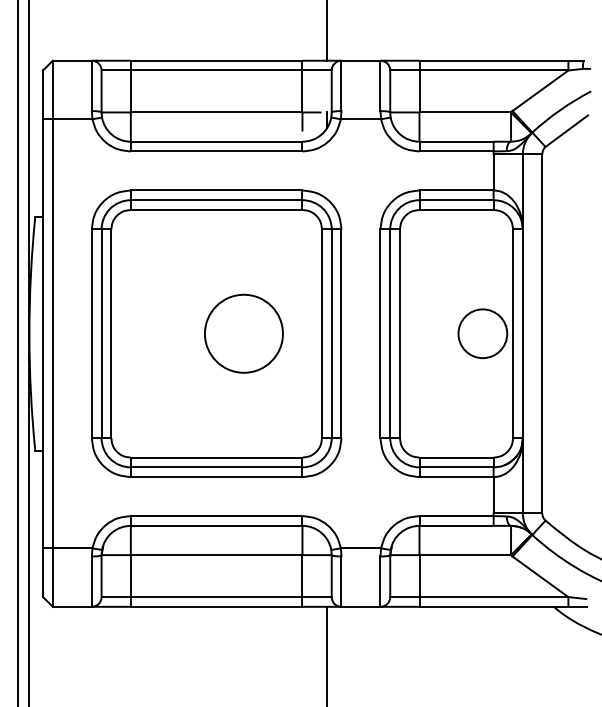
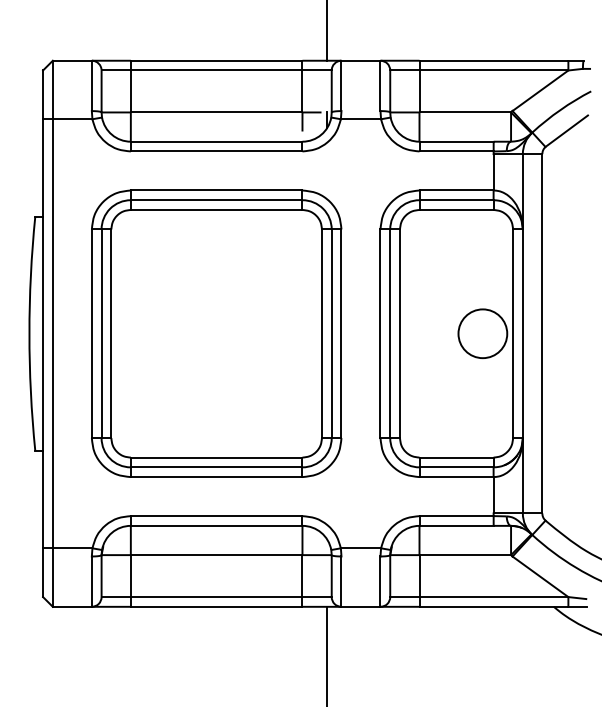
circle at (243, 333): present -> none
line at (18, 352): present -> none
line at (29, 352): present -> none
